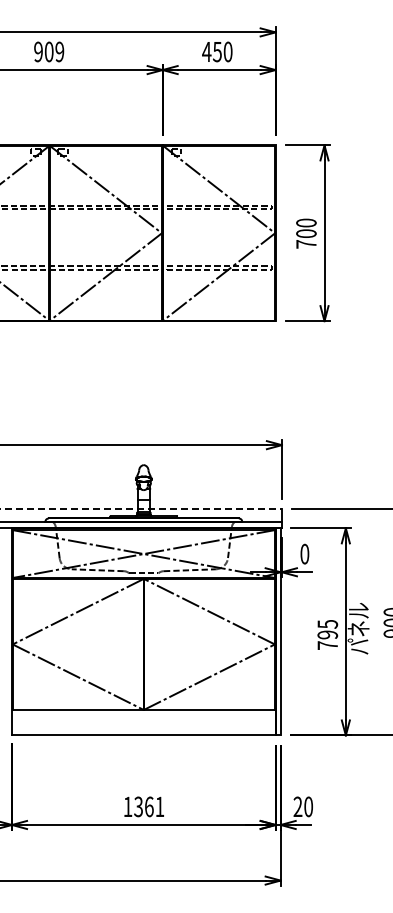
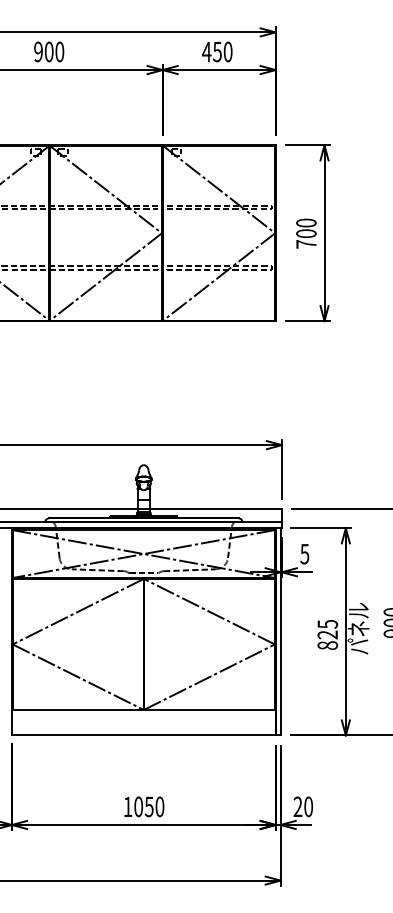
text at (59, 51): 909 -> 900
line at (141, 509): dashed -> solid
text at (304, 553): 0 -> 5
text at (327, 639): 795 -> 825
text at (149, 806): 1361 -> 1050
